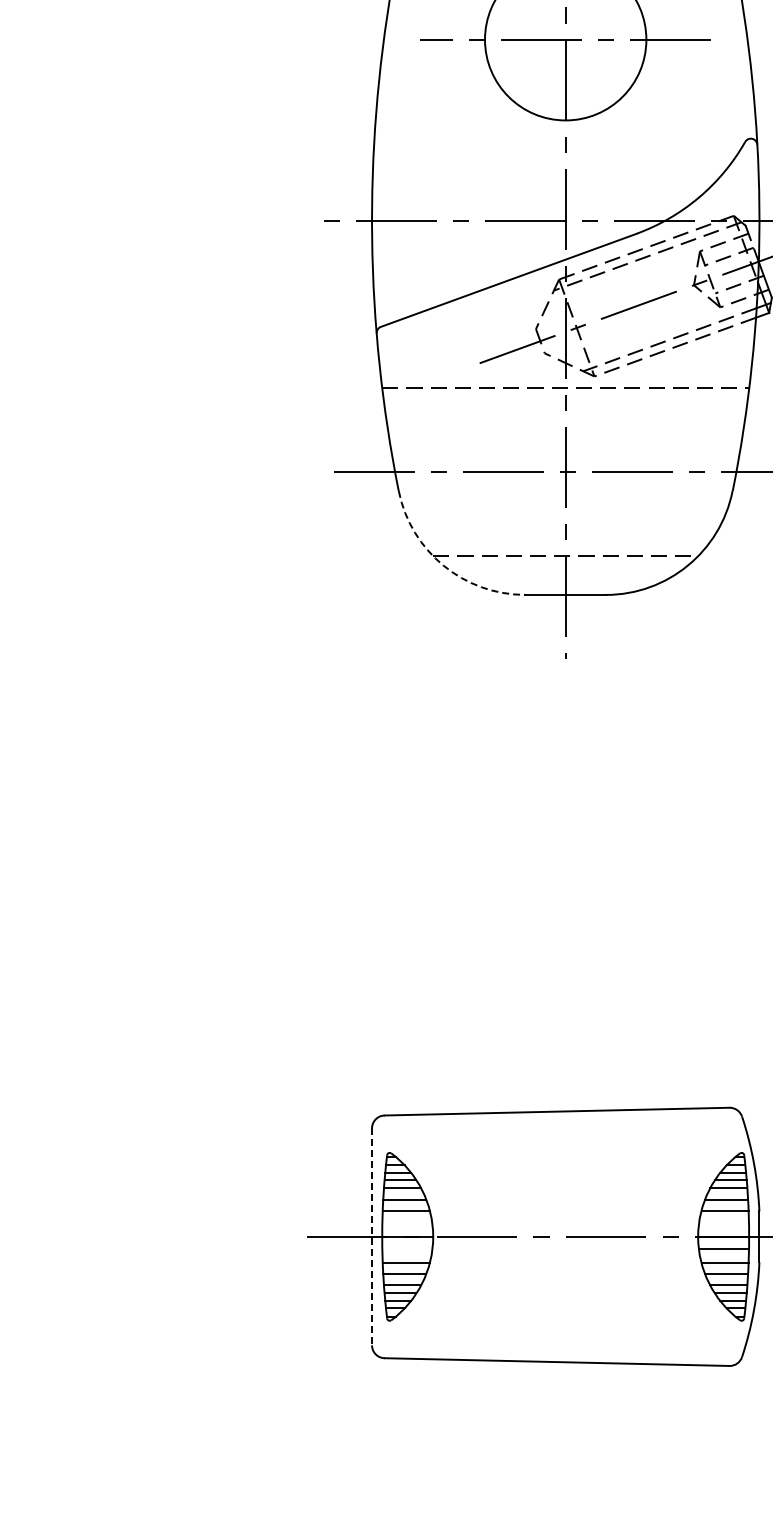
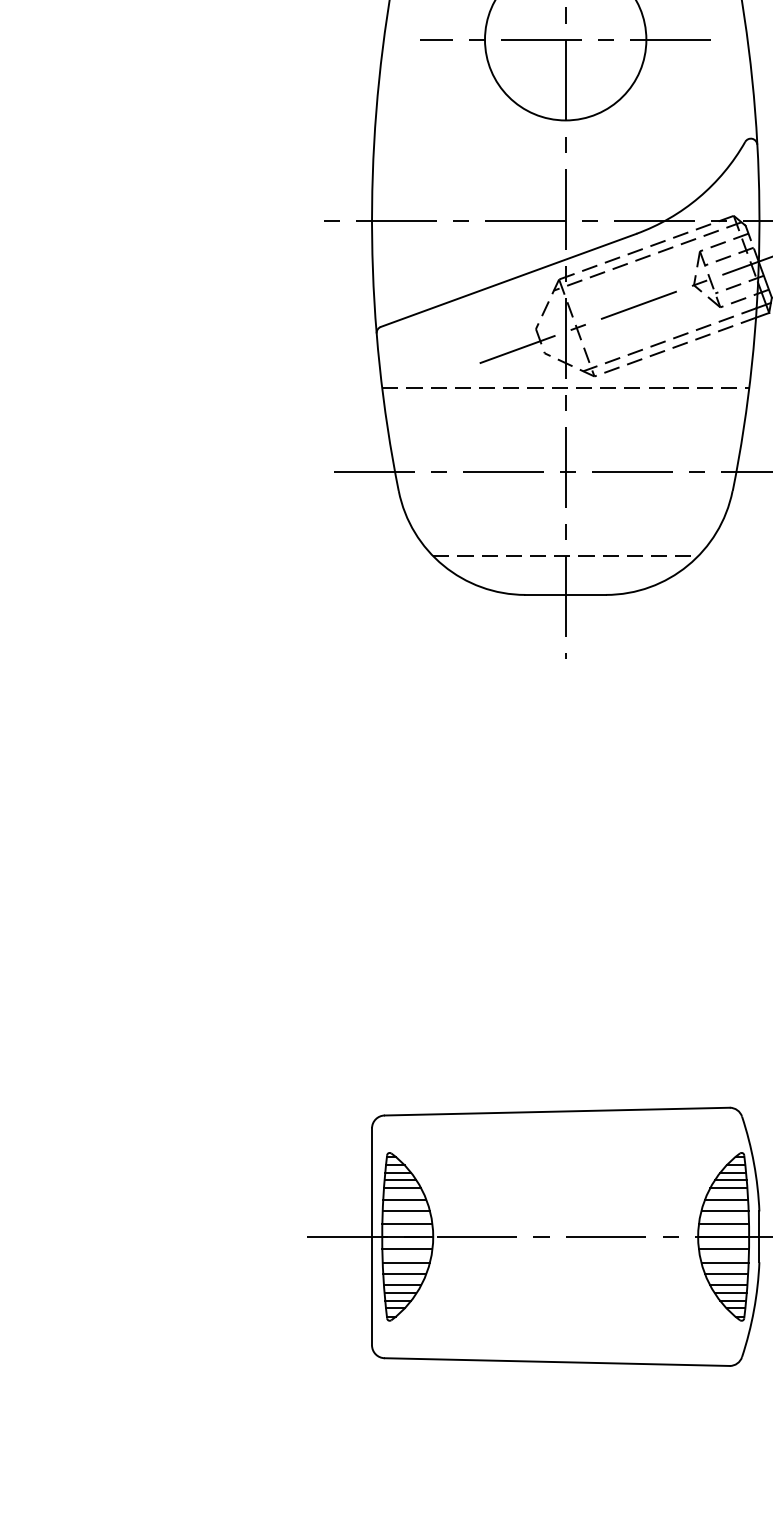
arc at (443, 565): dashed -> solid
line at (407, 1224): none -> present
line at (723, 1224): none -> present
line at (372, 1237): dashed -> solid
line at (407, 1249): none -> present
